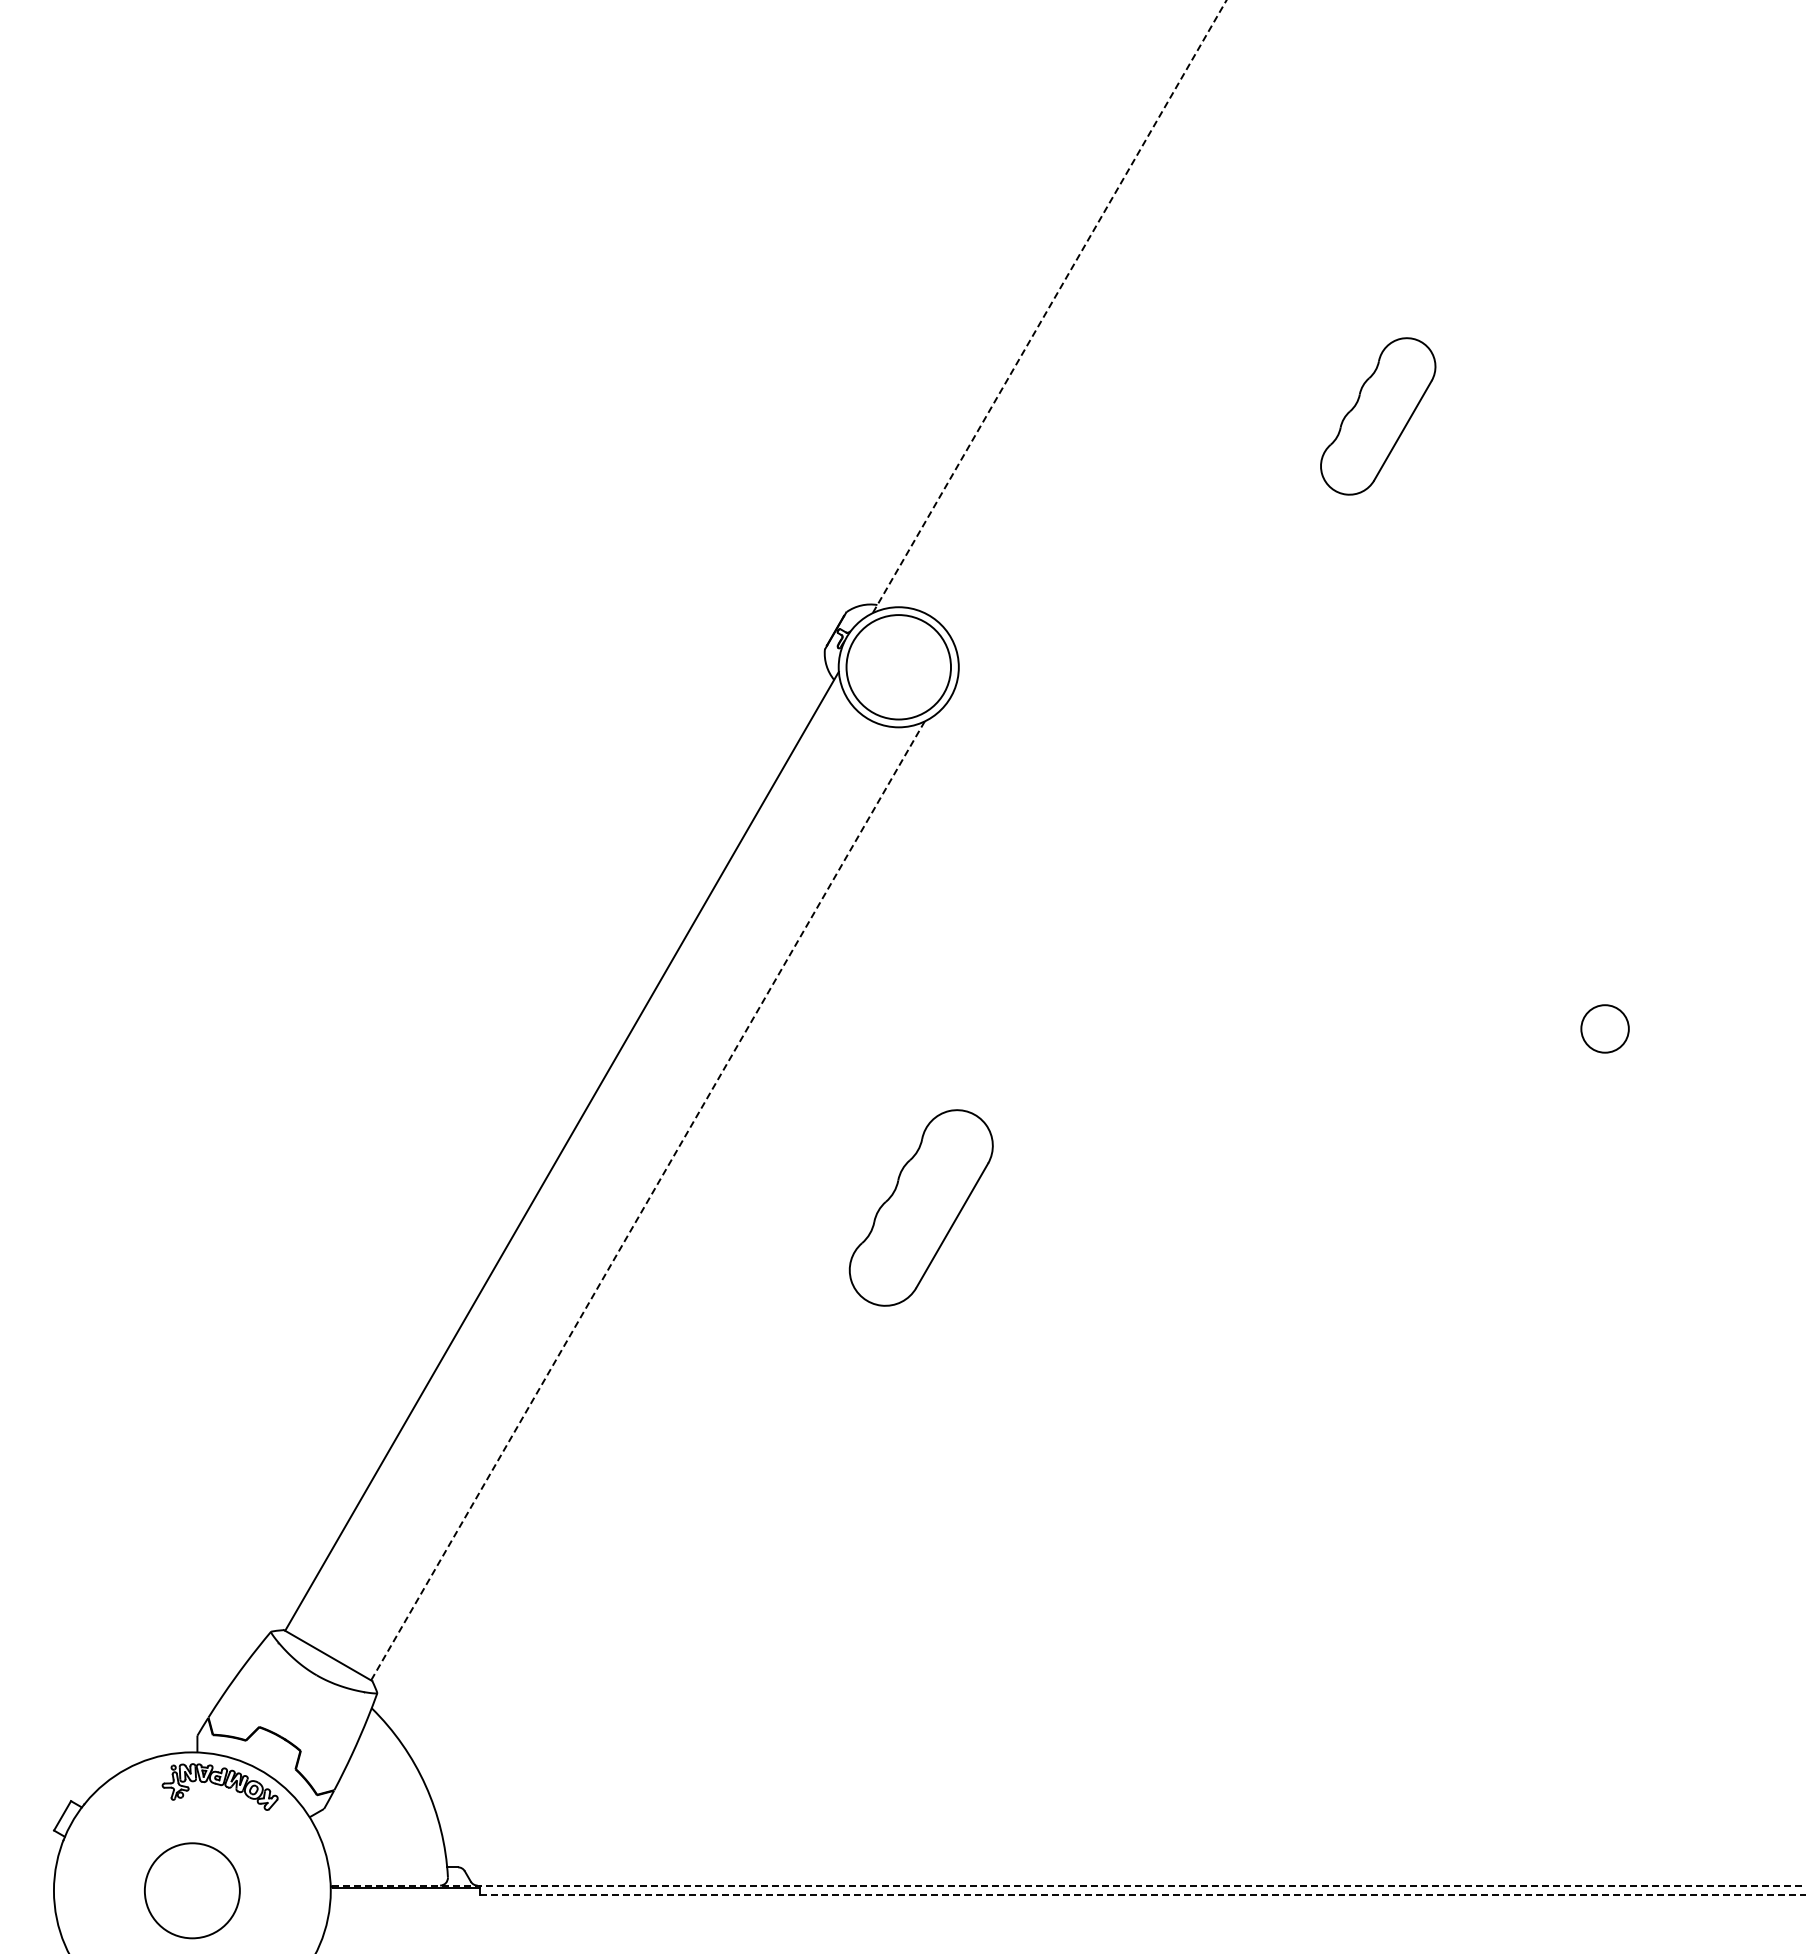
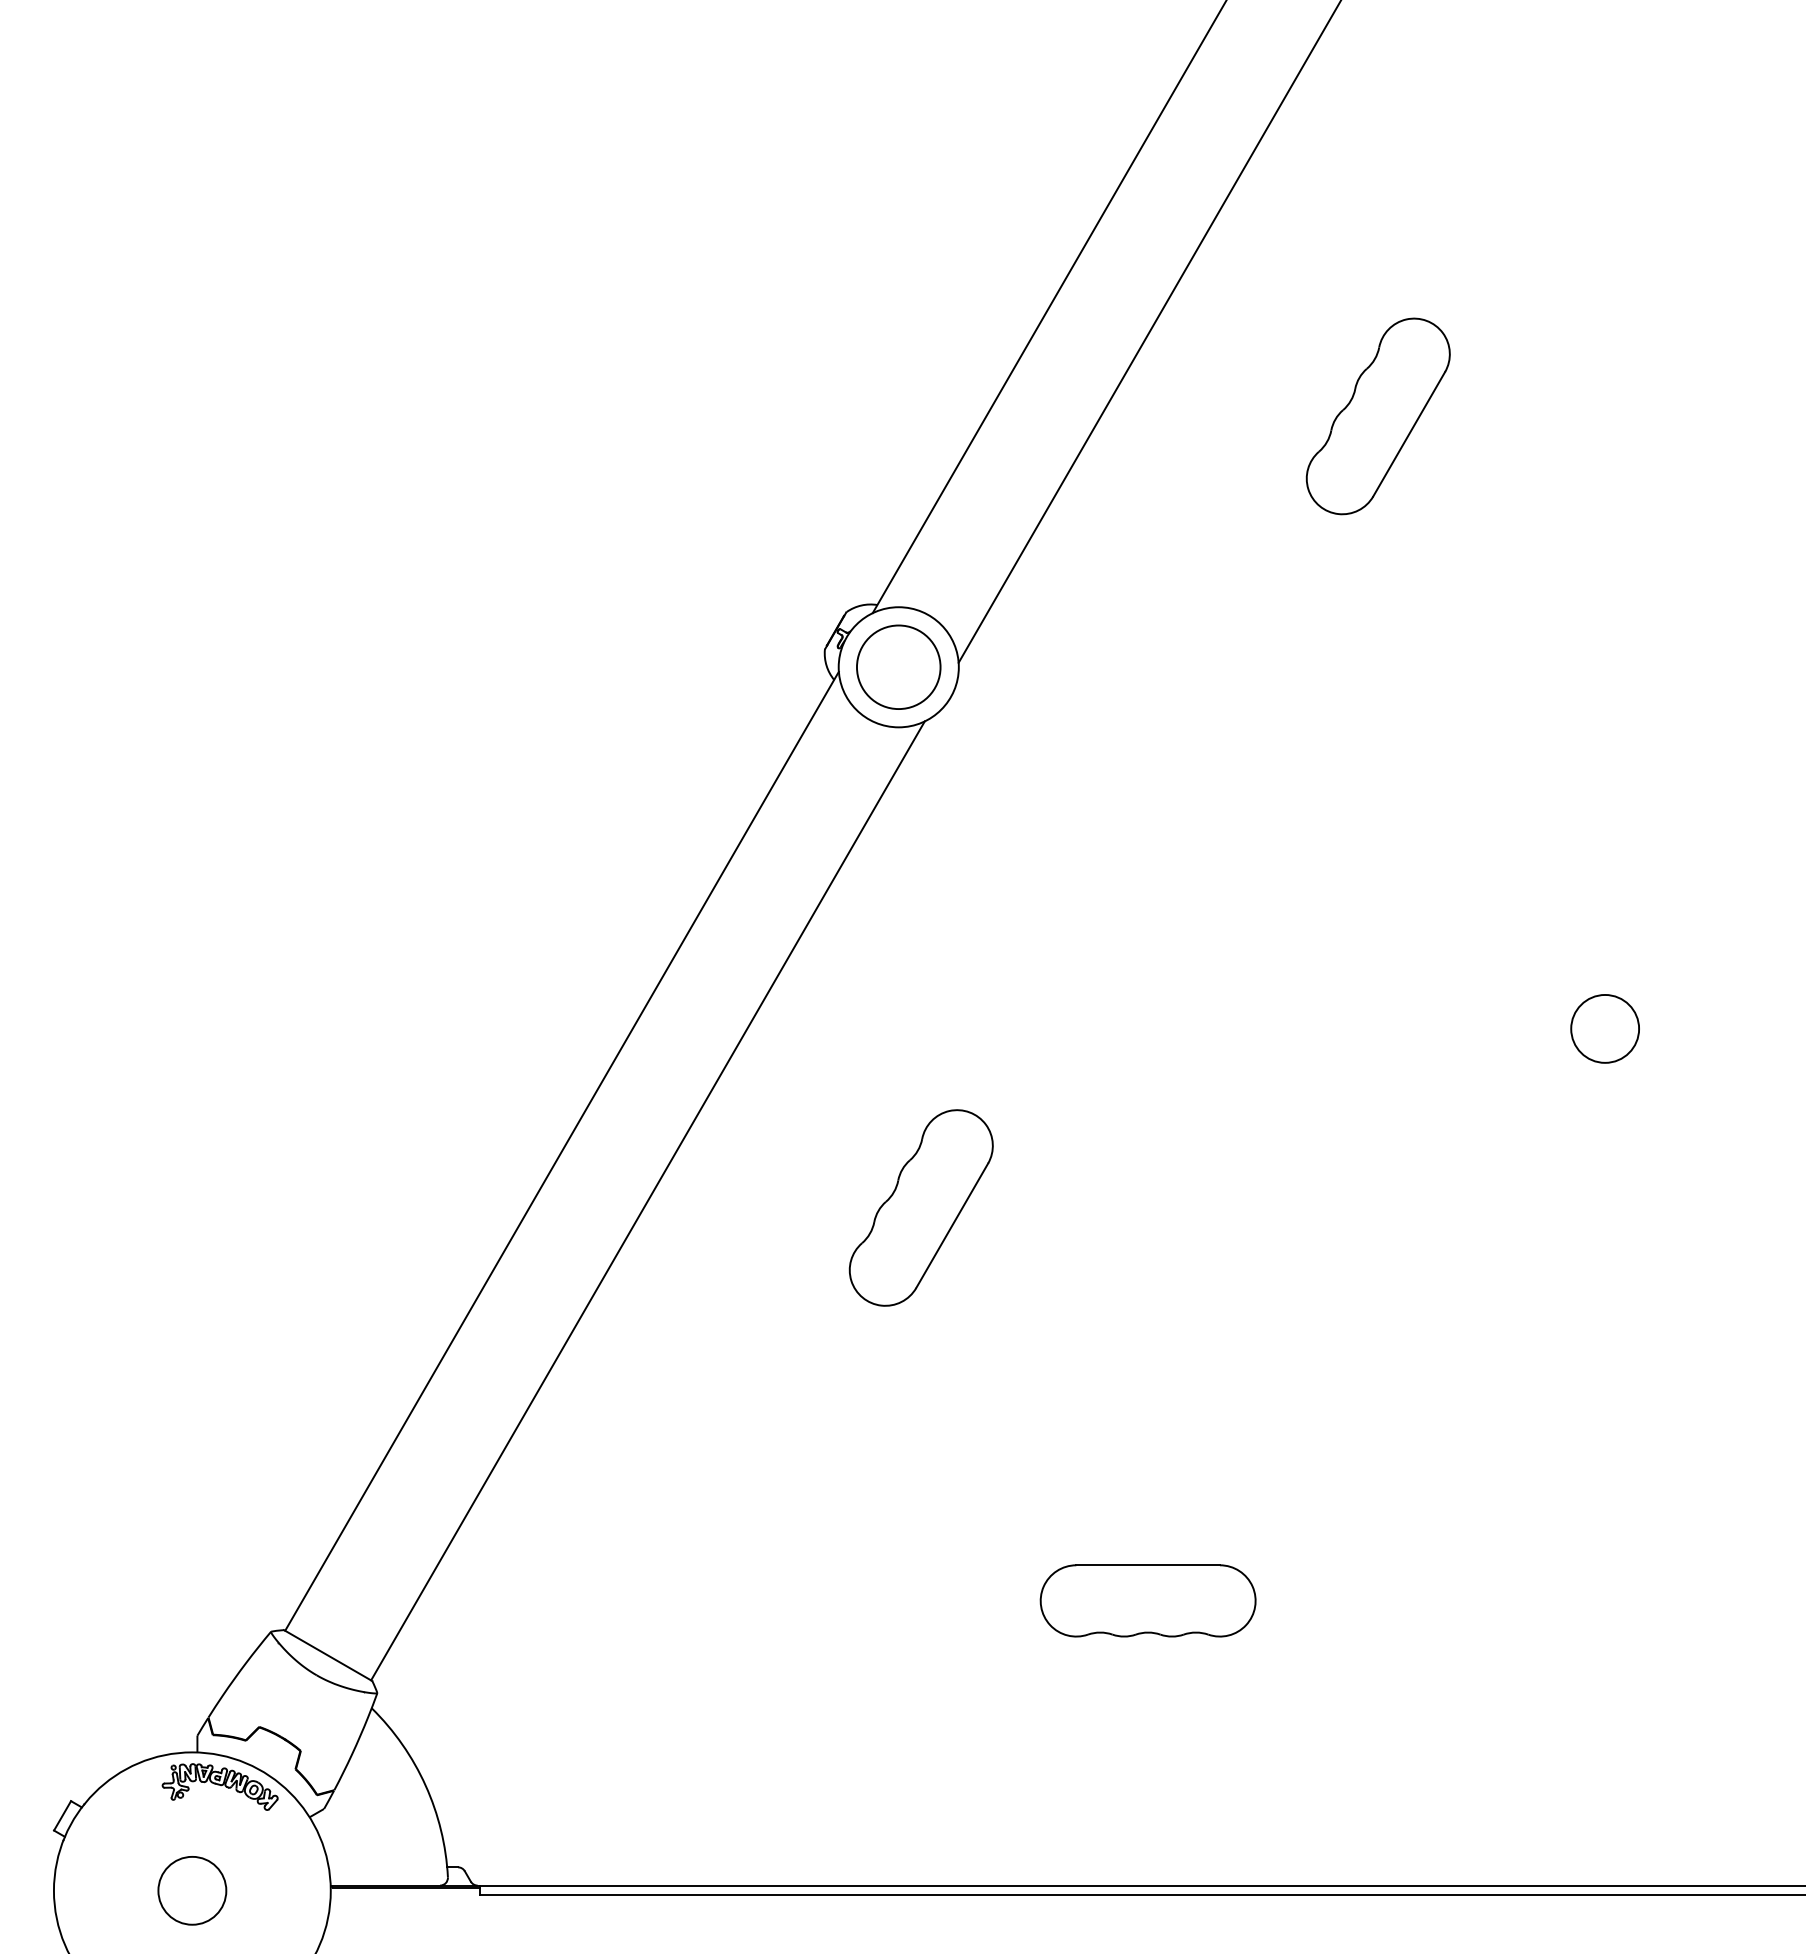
line at (1049, 306): dashed -> solid
line at (1148, 332): none -> present
part at (1378, 416) size: 117x159 px -> 146x199 px
circle at (898, 667) diameter: 104 px -> 84 px
circle at (1604, 1028) size: 50x50 px -> 70x70 px
line at (647, 1200): dashed -> solid
part at (1147, 1600): none -> present
line at (1067, 1885): dashed -> solid
circle at (191, 1890) diameter: 95 px -> 68 px
line at (1142, 1894): dashed -> solid
